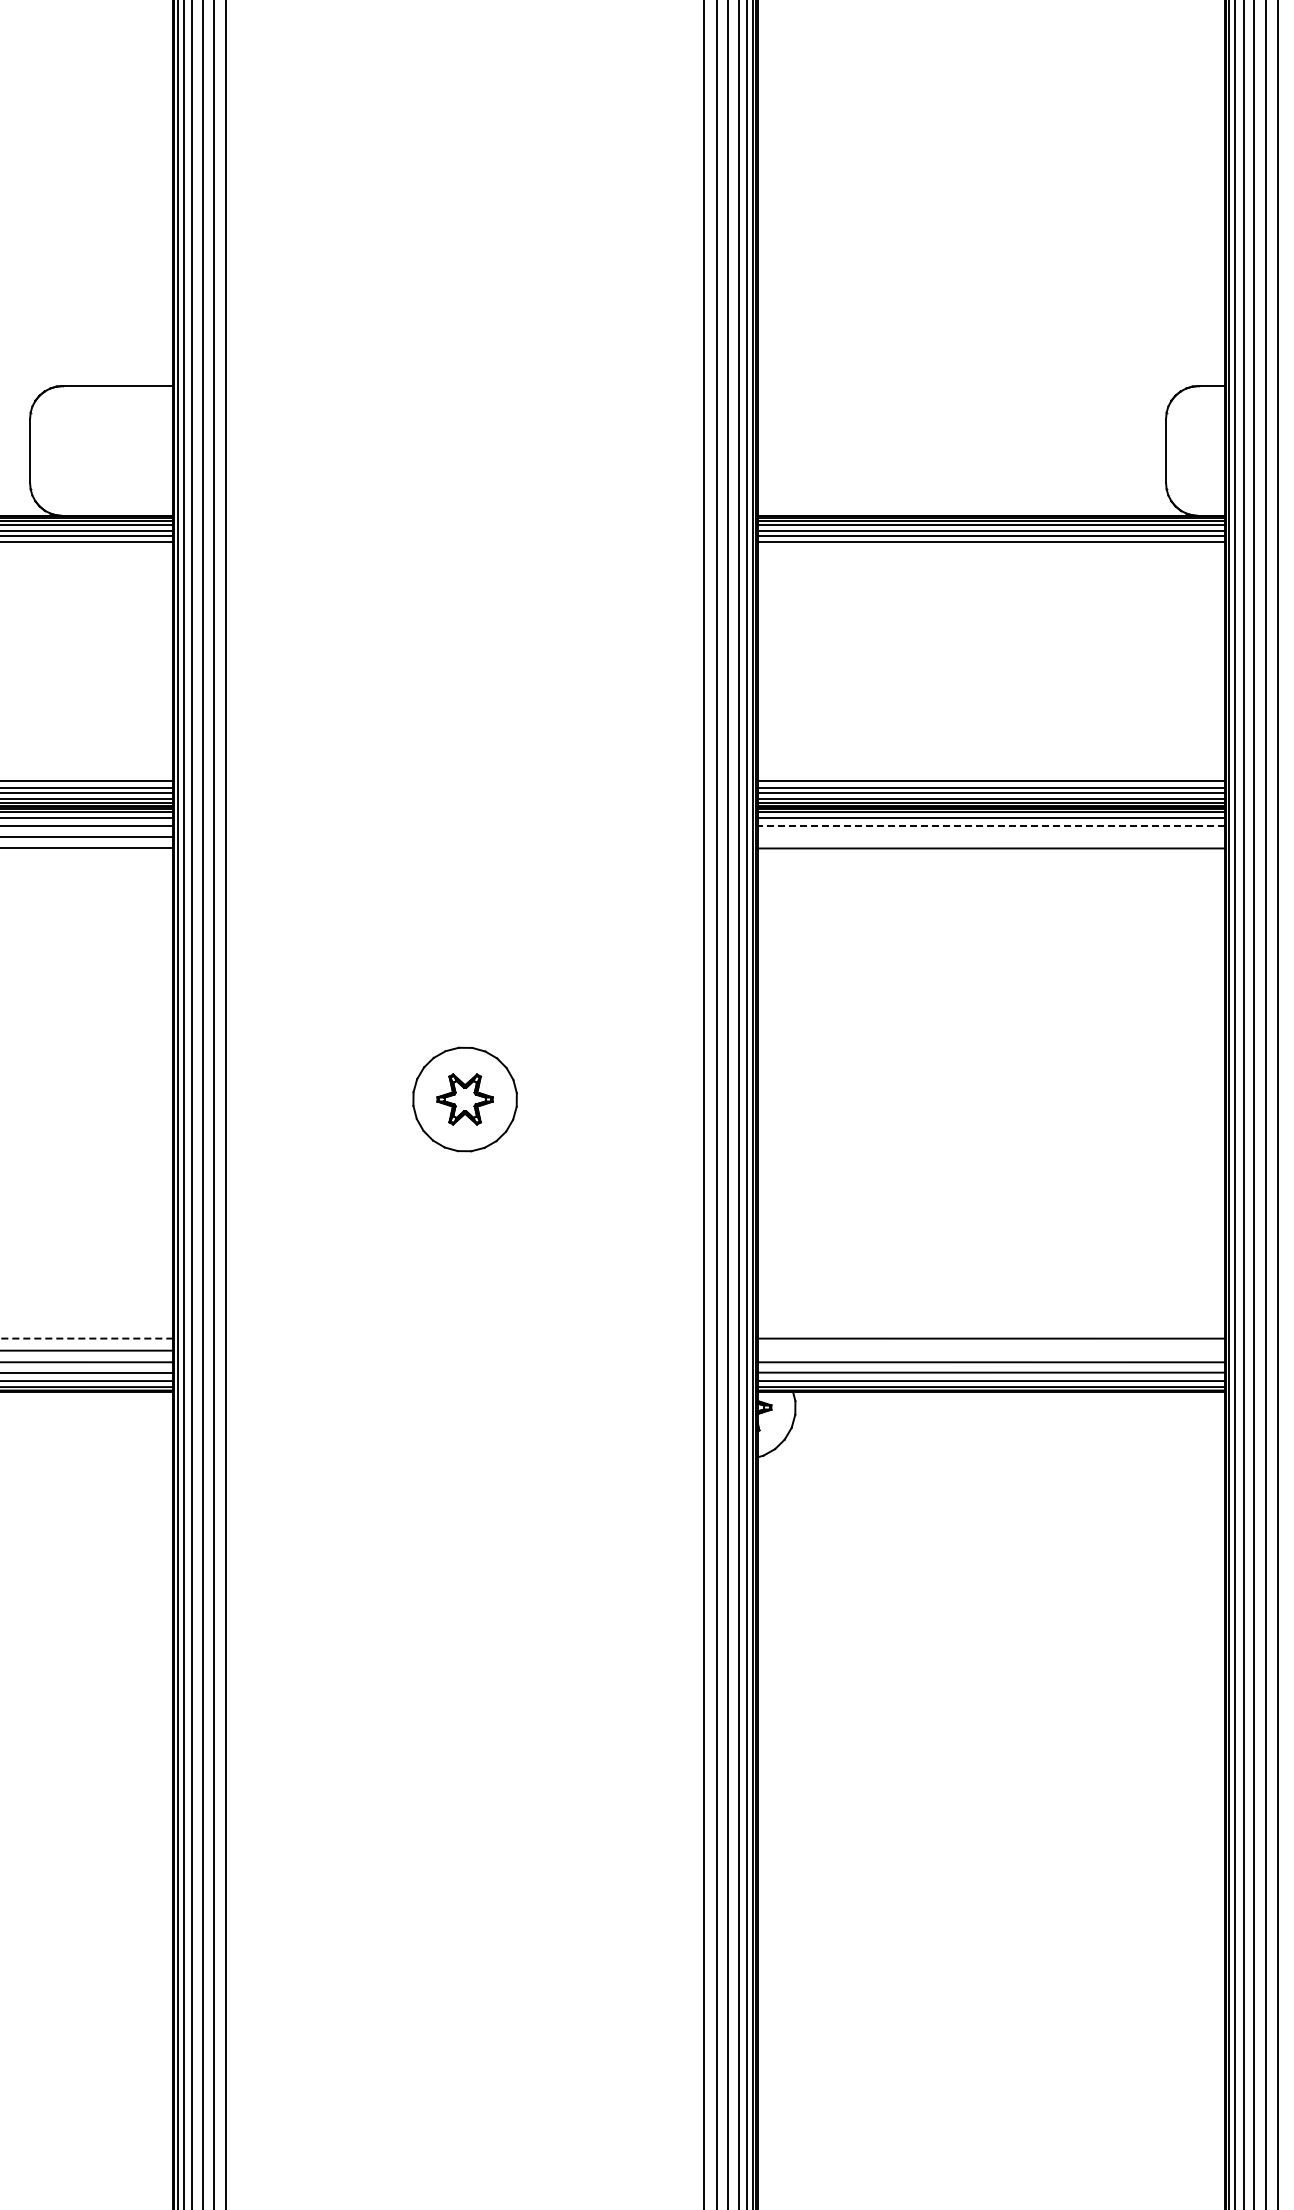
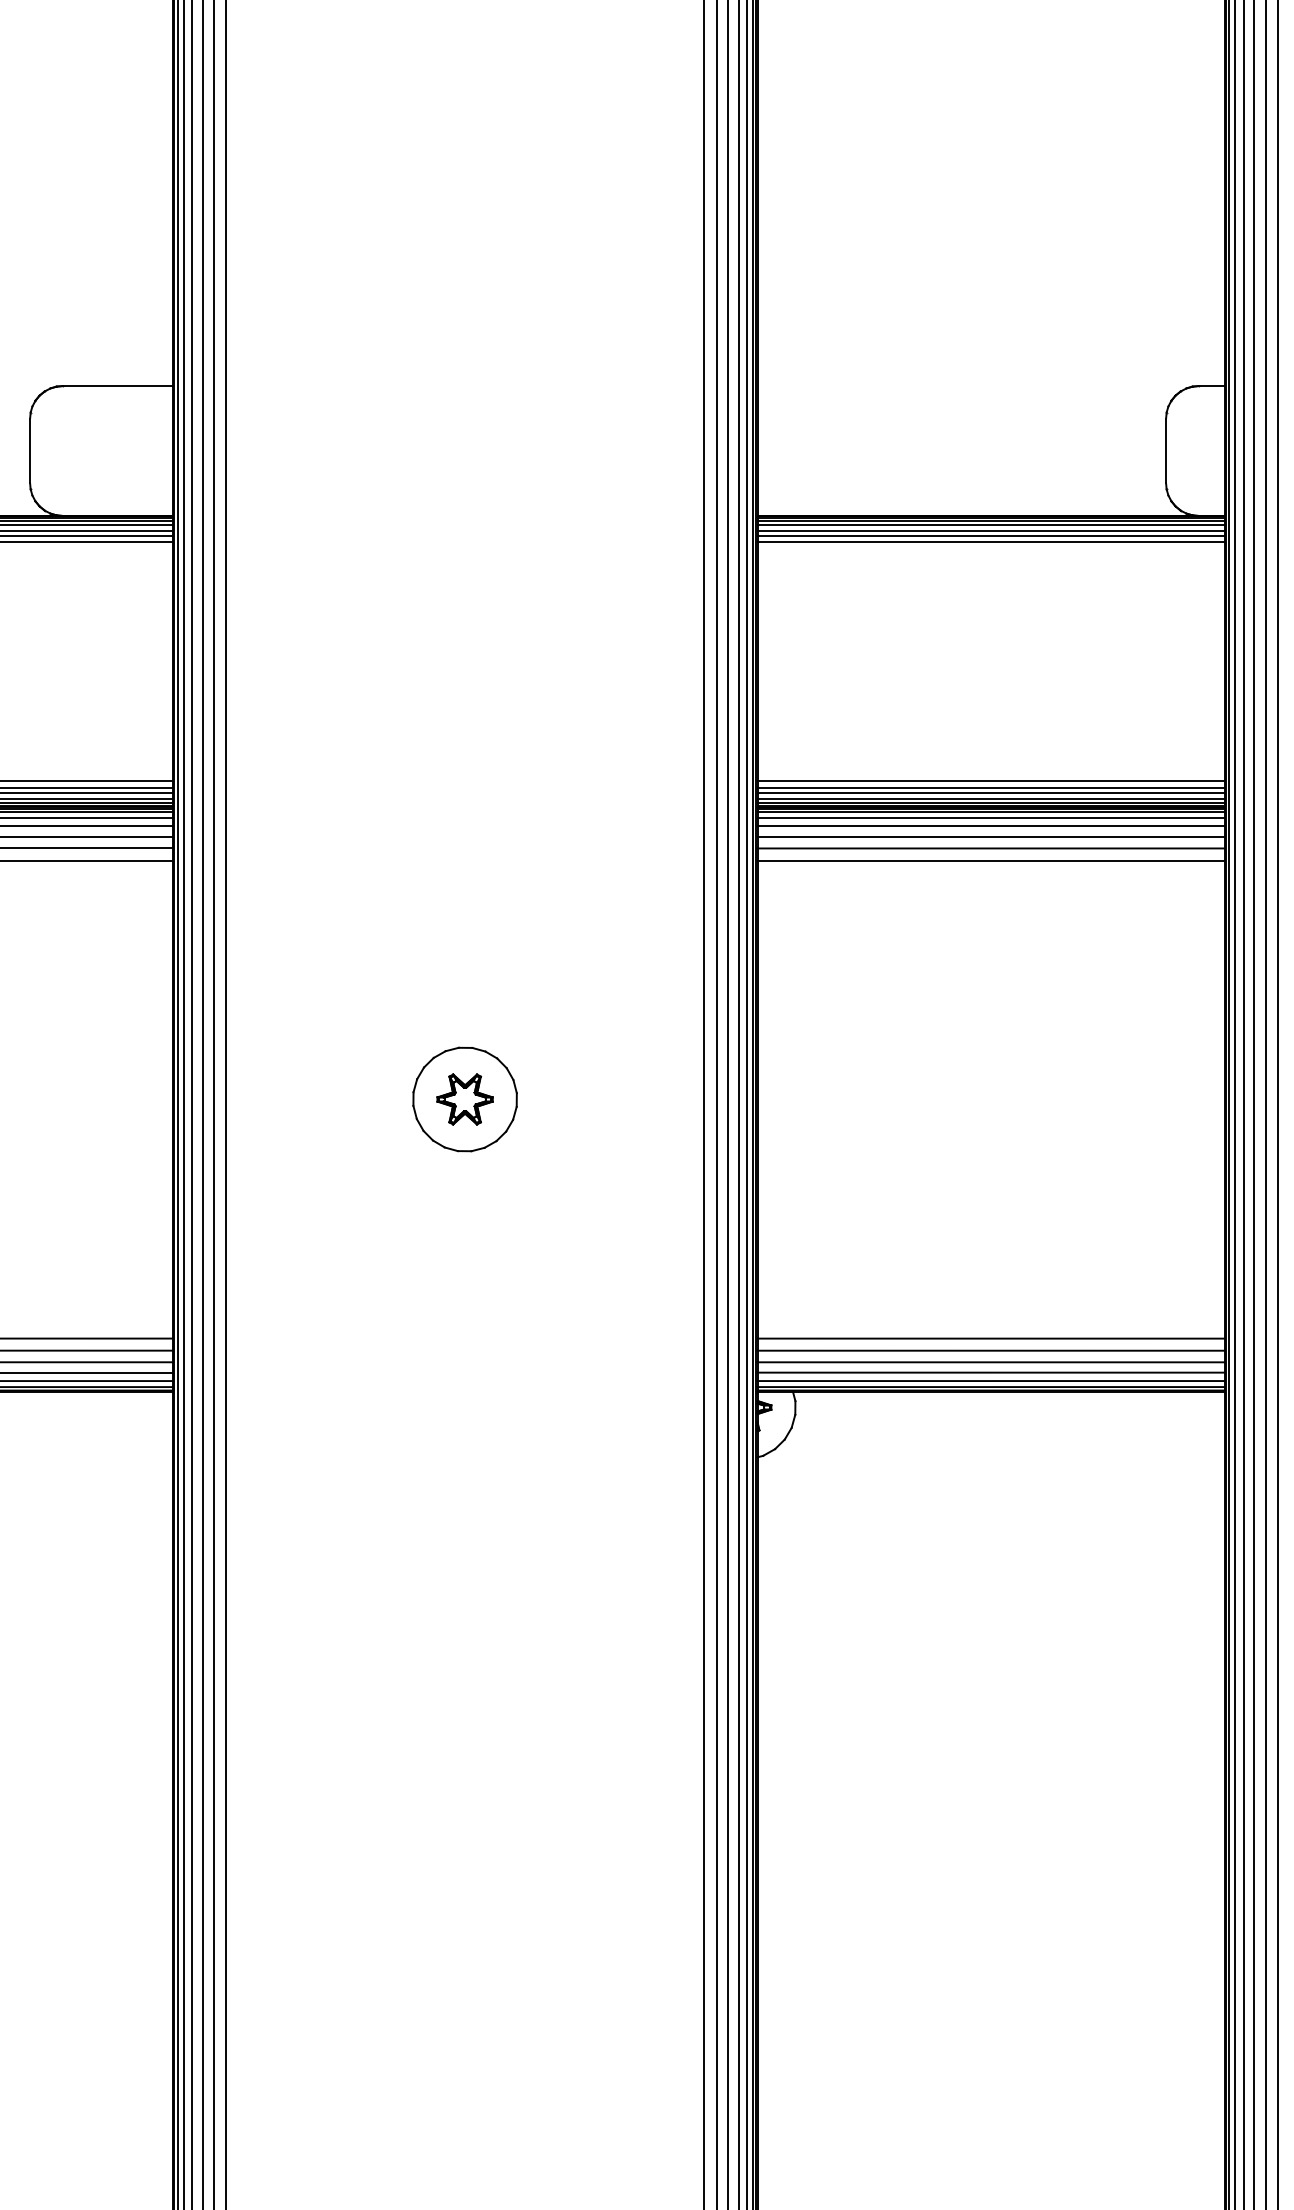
line at (991, 826): dashed -> solid
line at (990, 836): none -> present
line at (87, 860): none -> present
line at (990, 860): none -> present
line at (86, 1338): dashed -> solid
line at (990, 1350): none -> present
